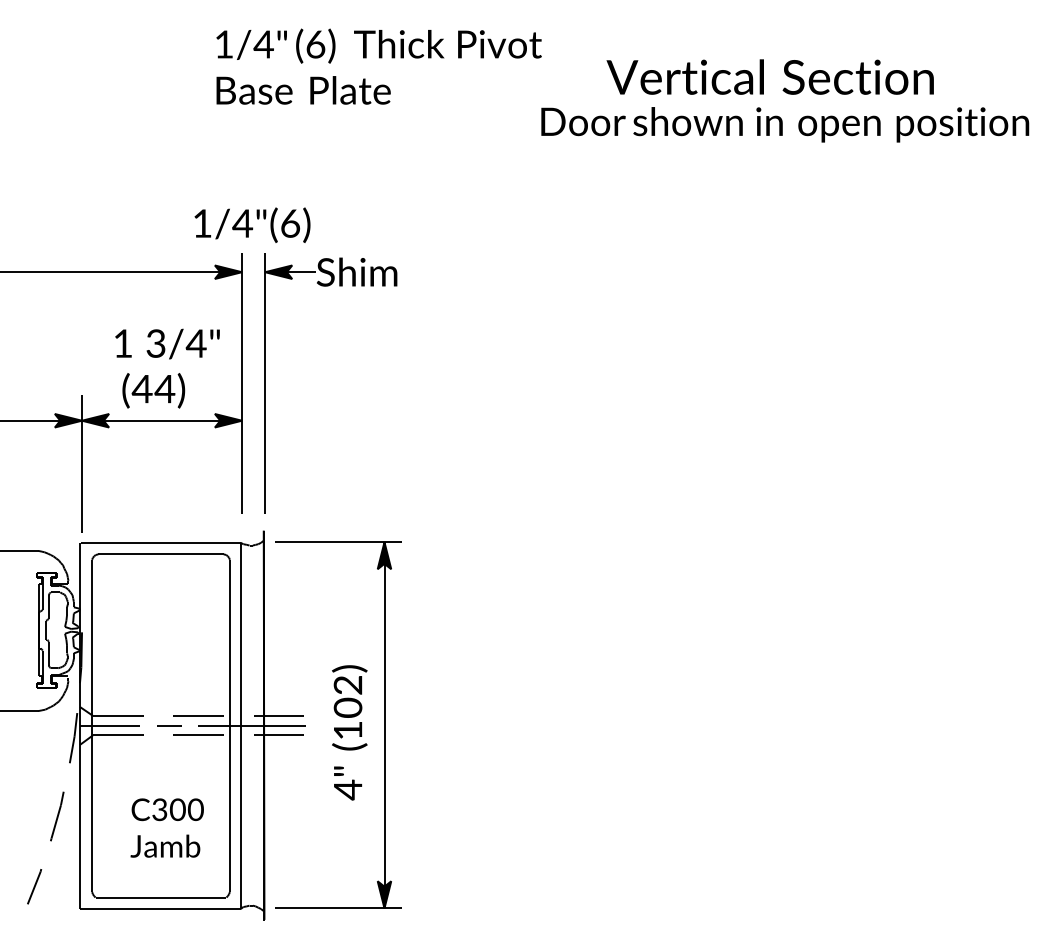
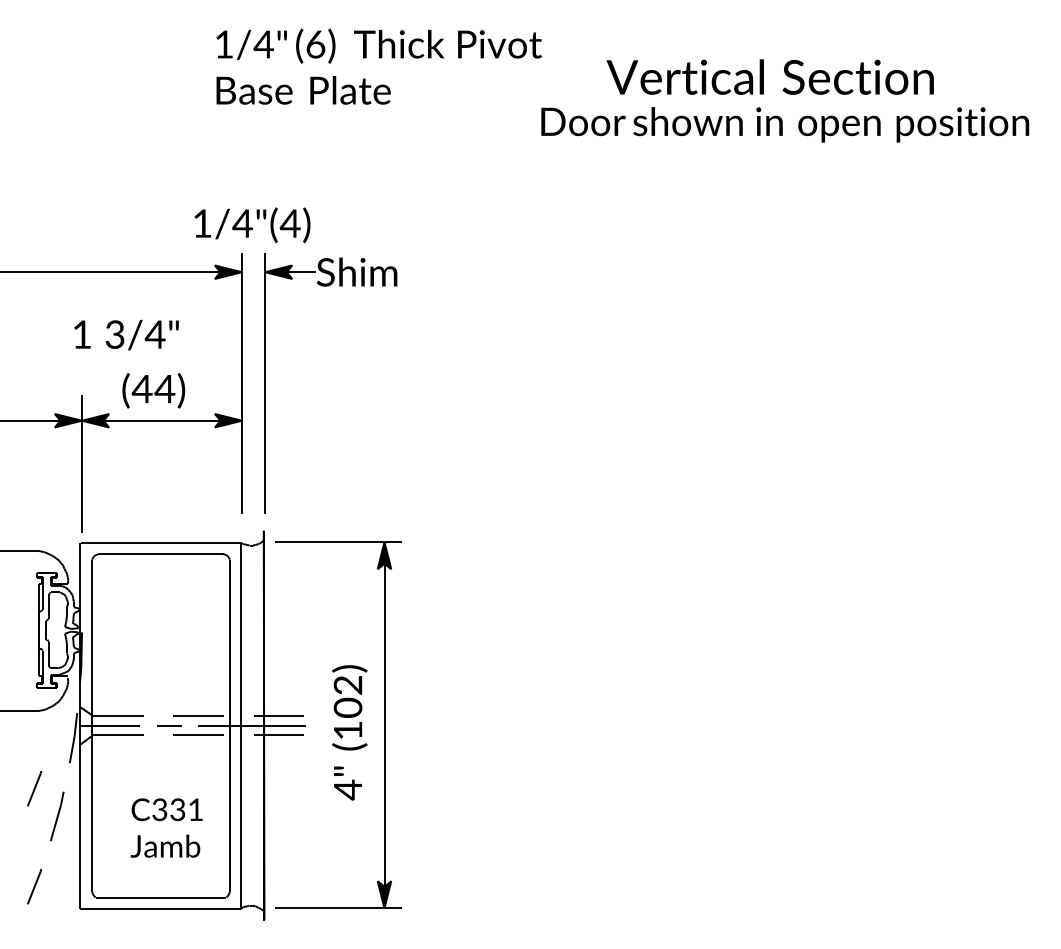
text at (289, 223): 1/4"(6) -> 1/4"(4)
text at (167, 343) position: (167, 343) -> (126, 334)
line at (34, 788): none -> present
text at (186, 809): C300 -> C331
